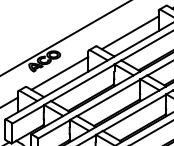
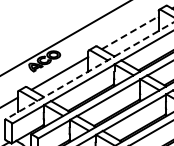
line at (130, 32): solid -> dashed
line at (89, 70): solid -> dashed
